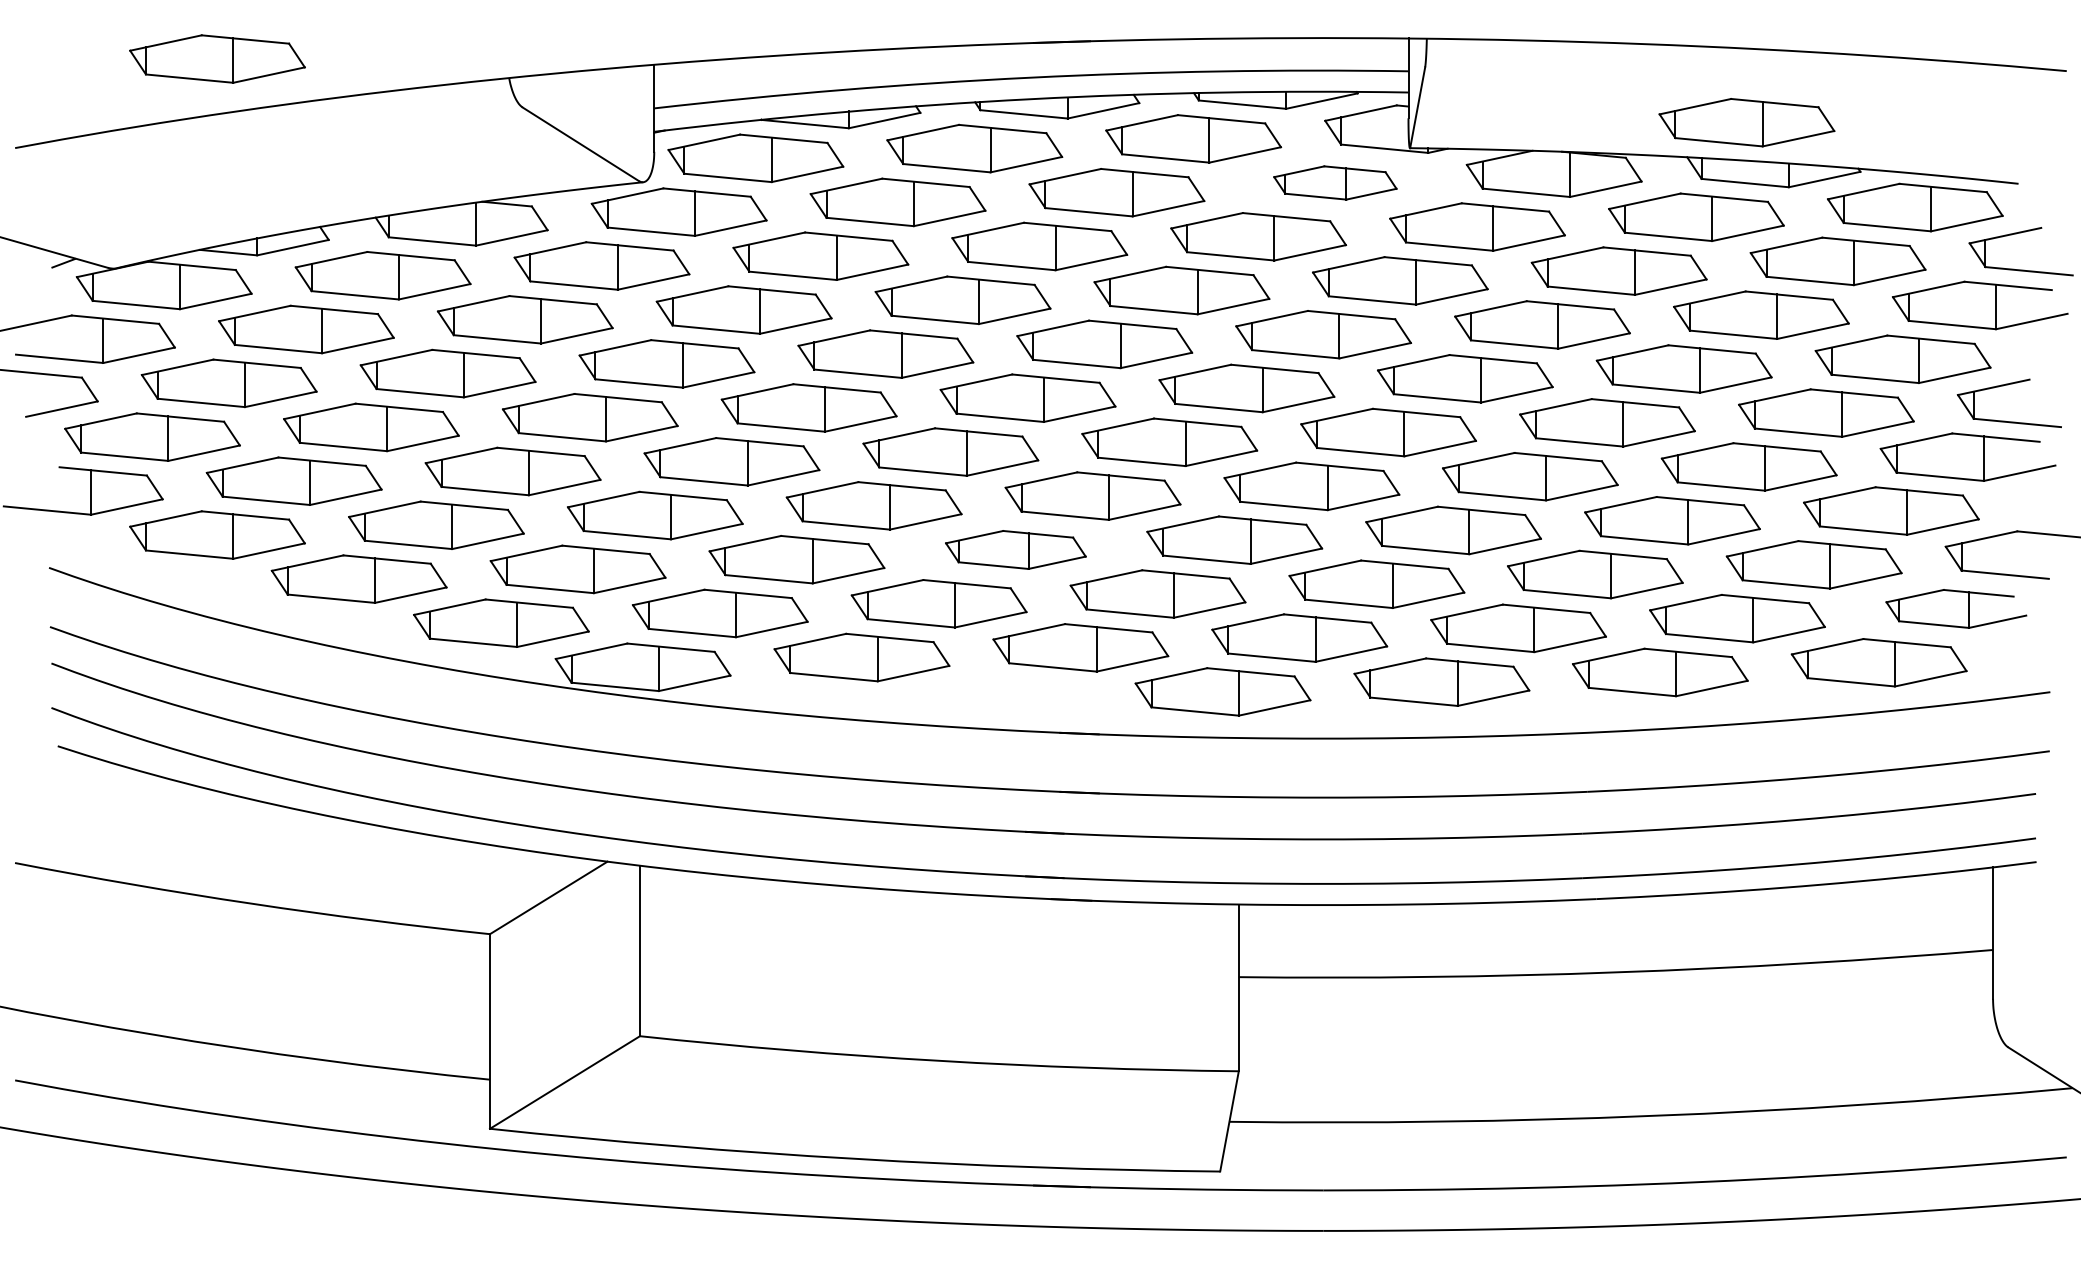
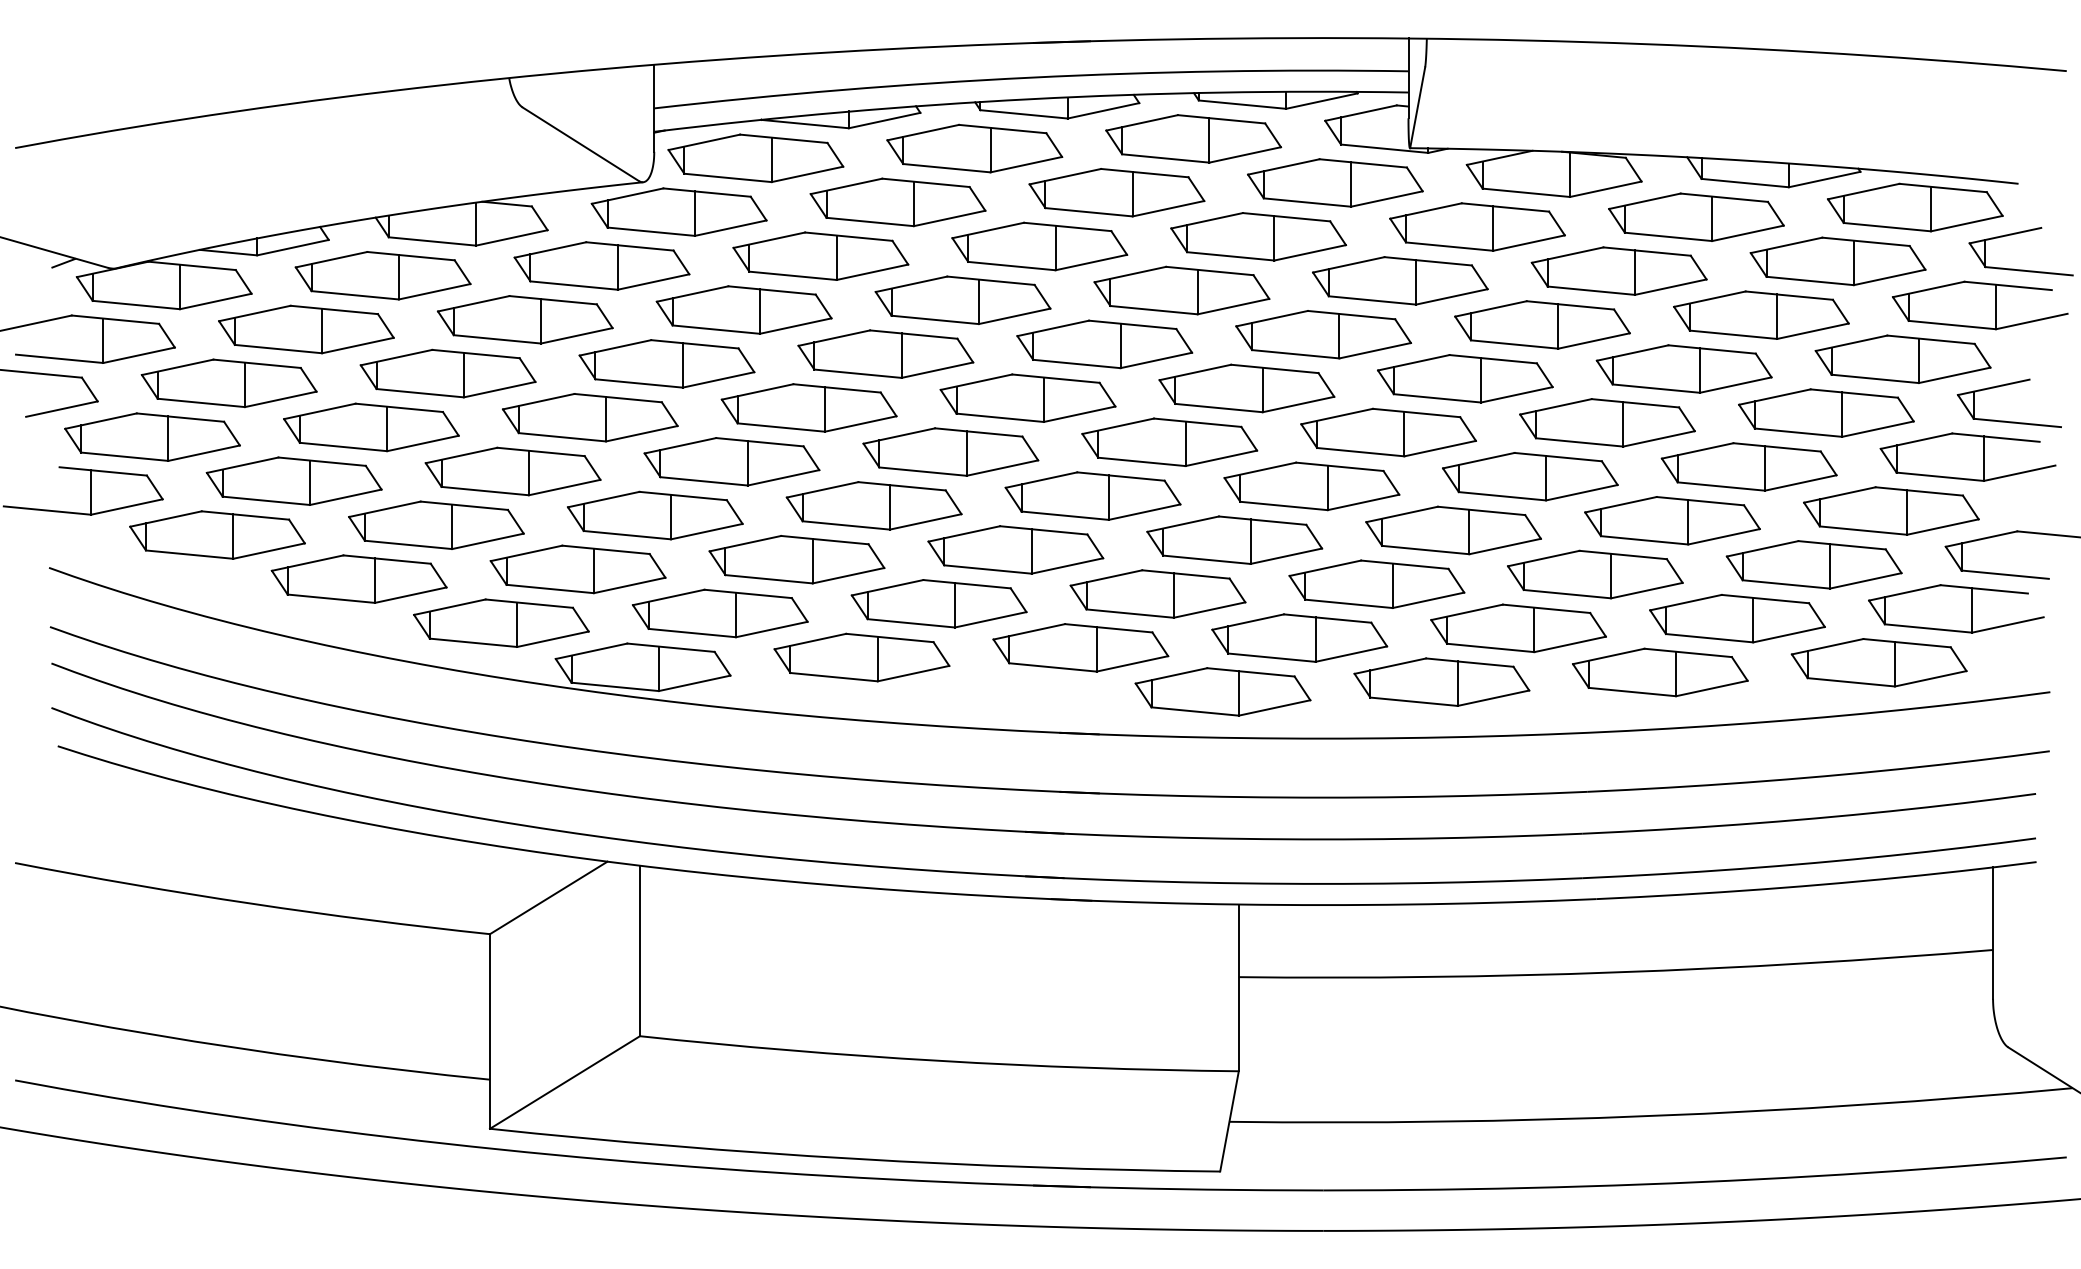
part at (217, 58): present -> none
part at (1746, 122): present -> none
part at (1335, 182) size: 125x36 px -> 177x50 px
part at (1015, 549) size: 142x40 px -> 178x50 px
part at (1956, 608) size: 143x40 px -> 177x50 px
